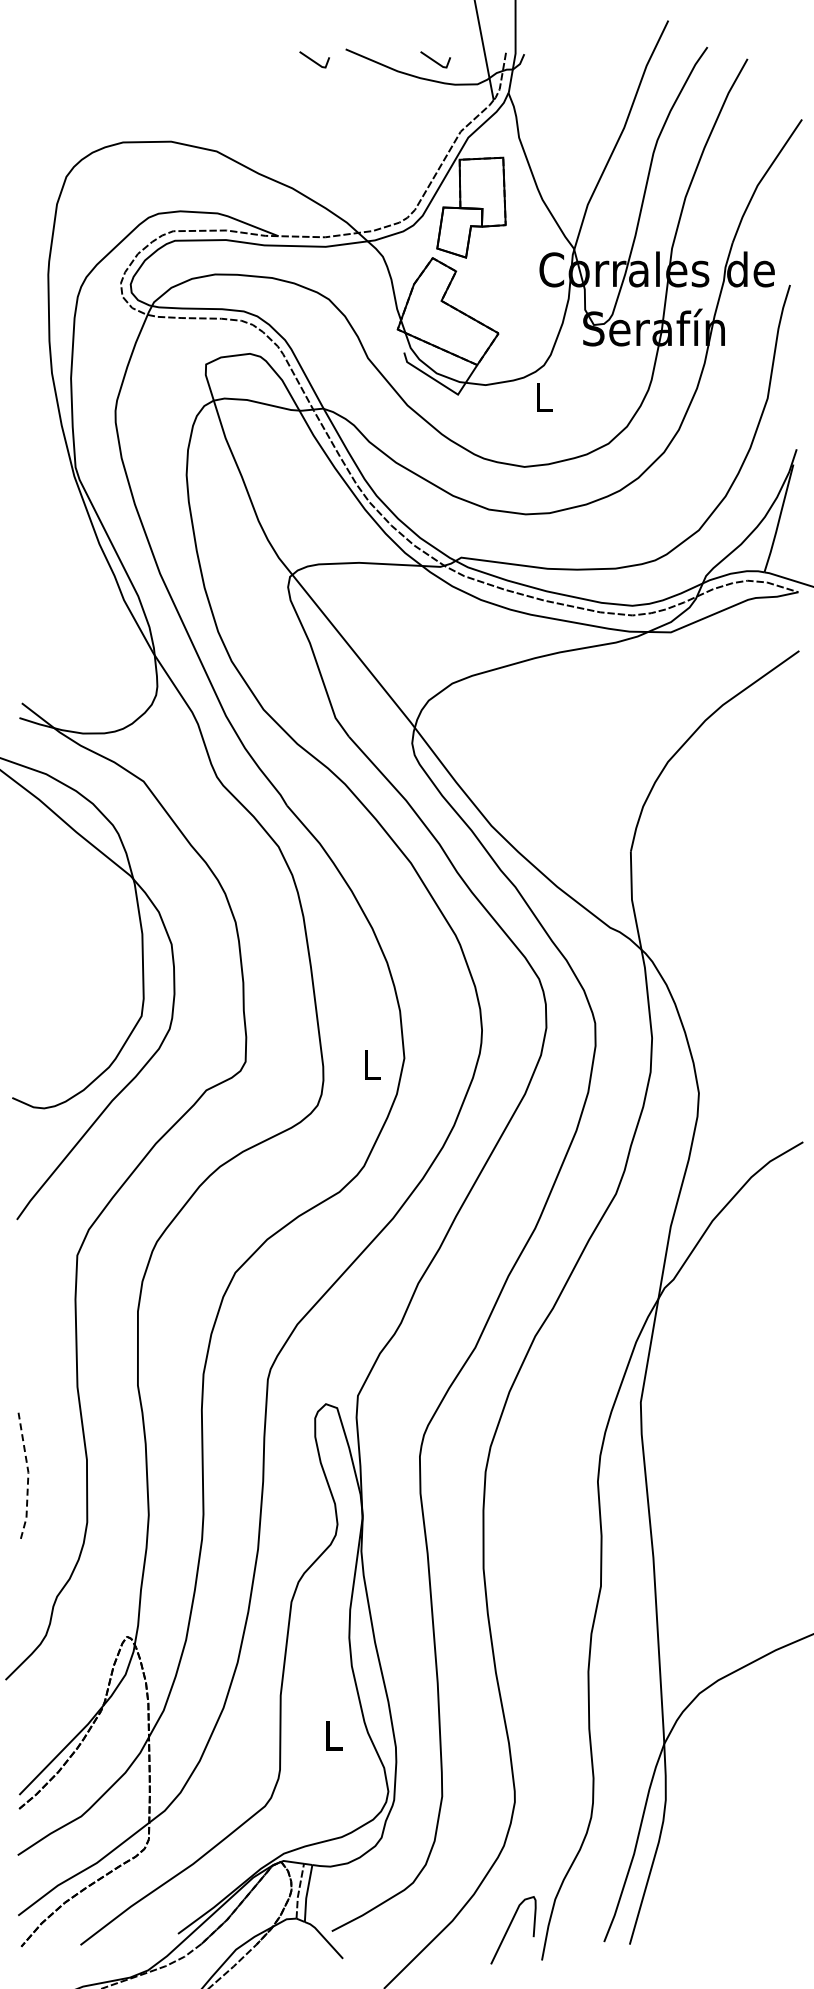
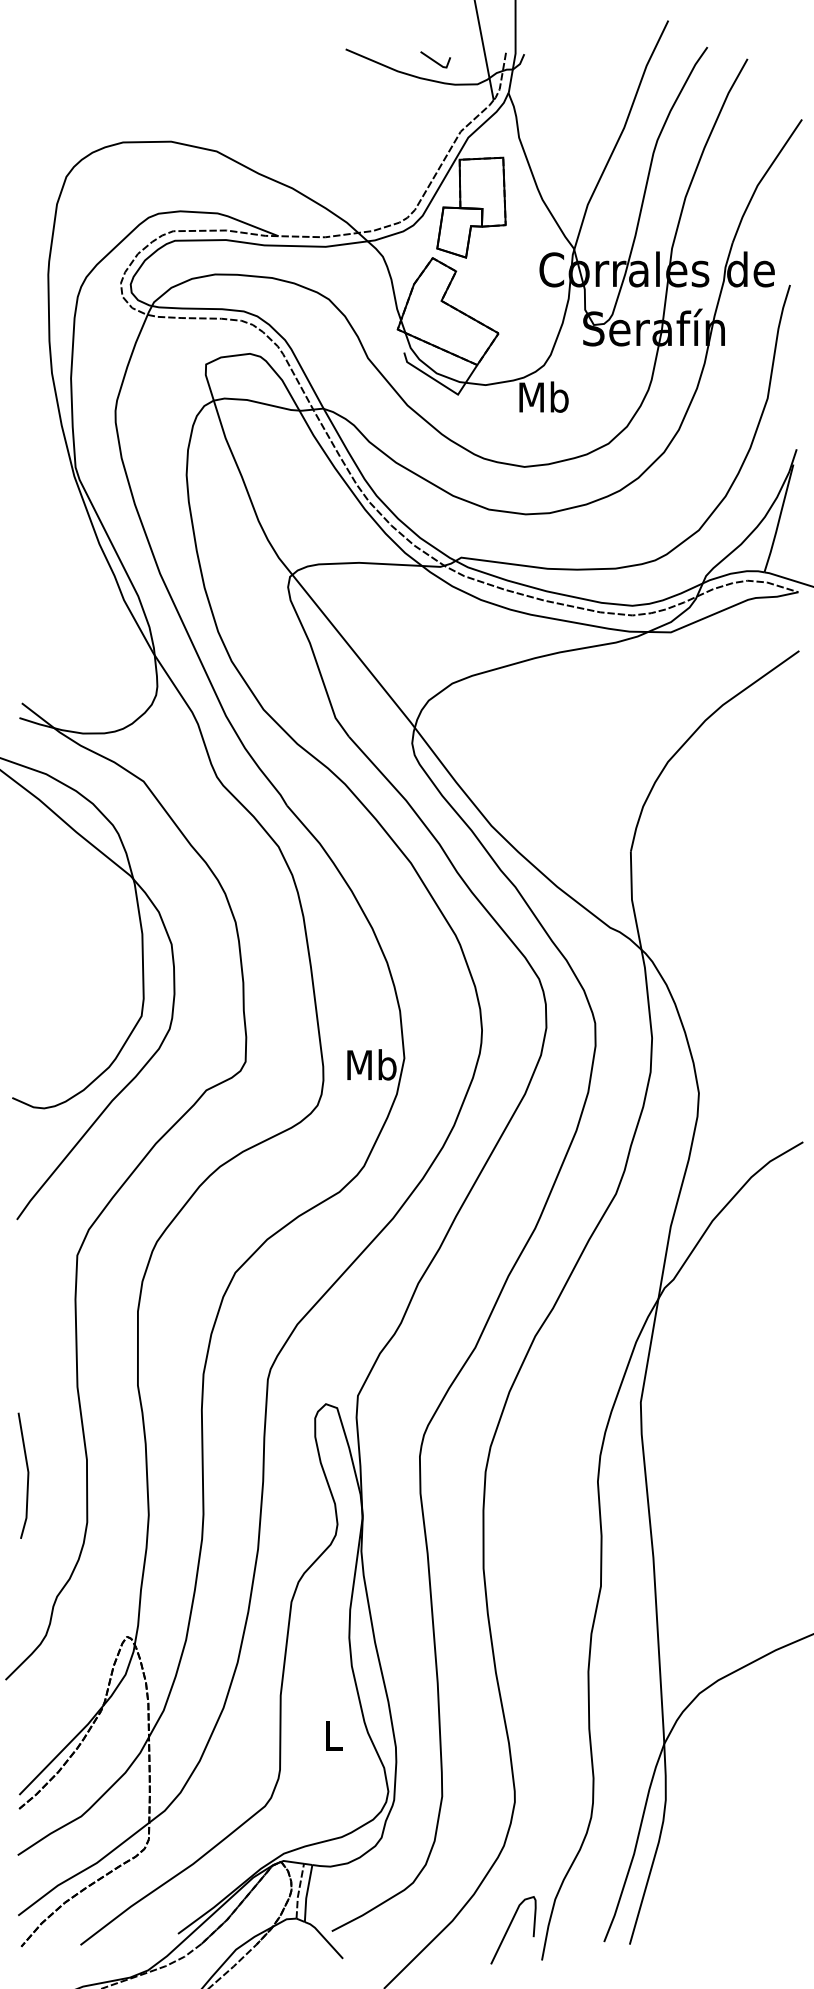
line at (314, 60): present -> none
text at (543, 396): L -> Mb
text at (371, 1064): L -> Mb
line at (28, 1475): dashed -> solid
